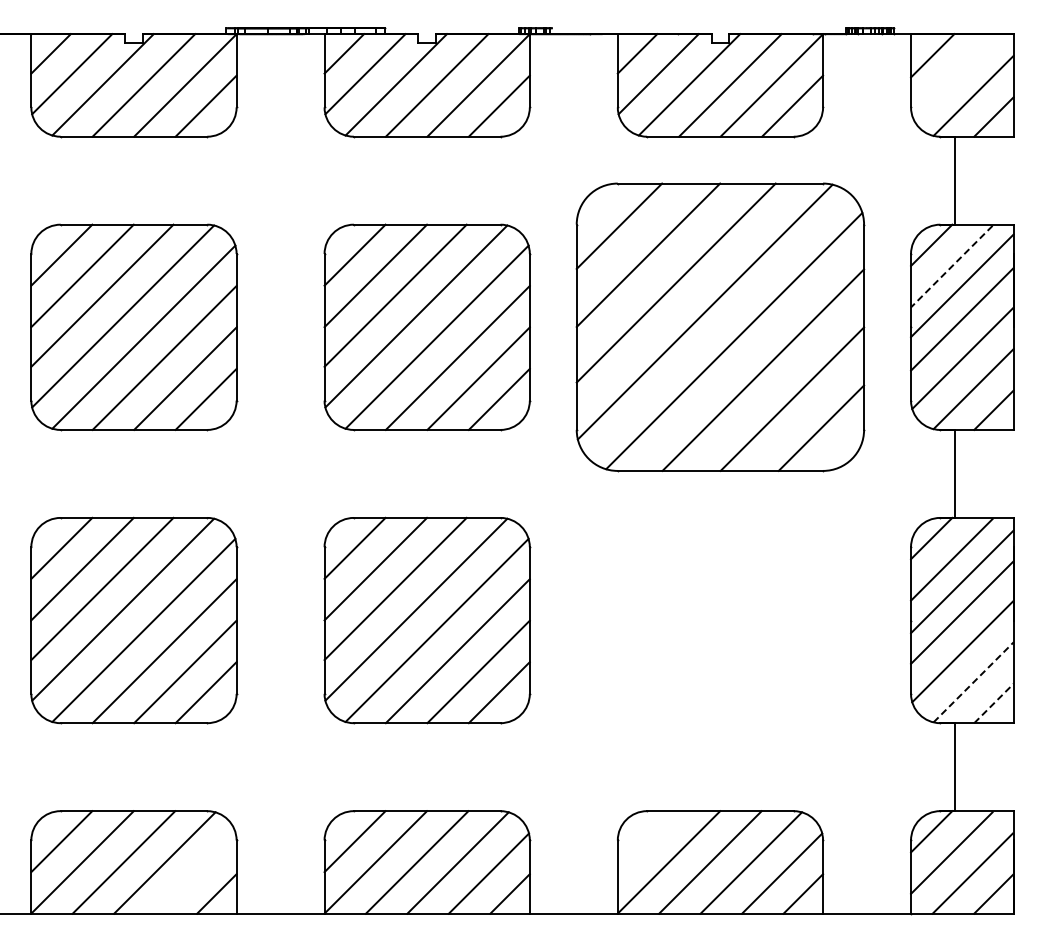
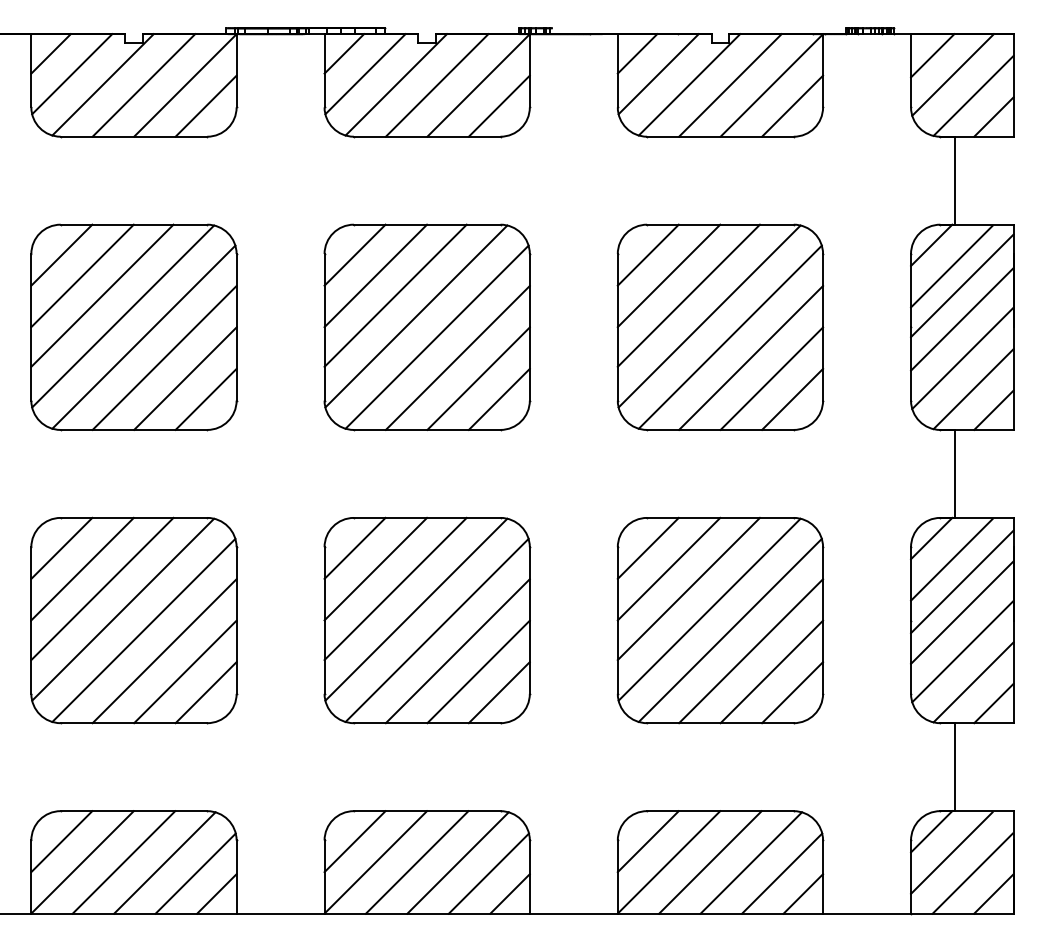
line at (952, 74): none -> present
line at (951, 266): dashed -> solid
part at (720, 327) size: 291x291 px -> 209x209 px
part at (720, 620): none -> present
line at (973, 682): dashed -> solid
line at (993, 703): dashed -> solid
line at (647, 841): none -> present
line at (195, 873): none -> present
